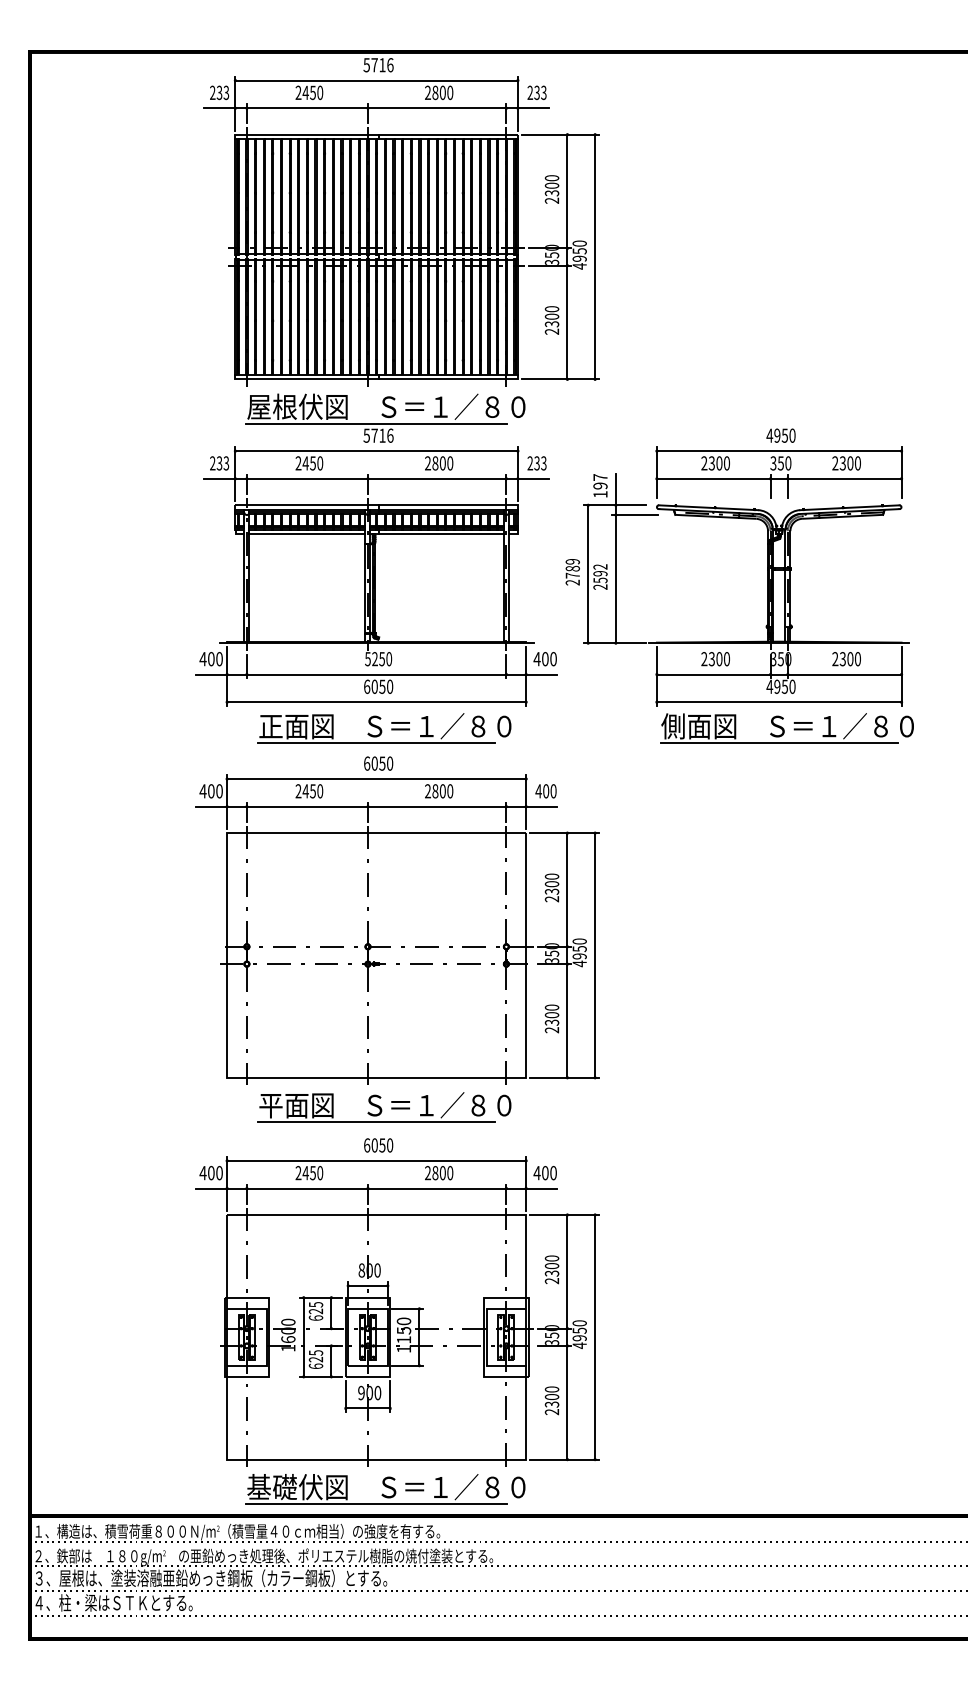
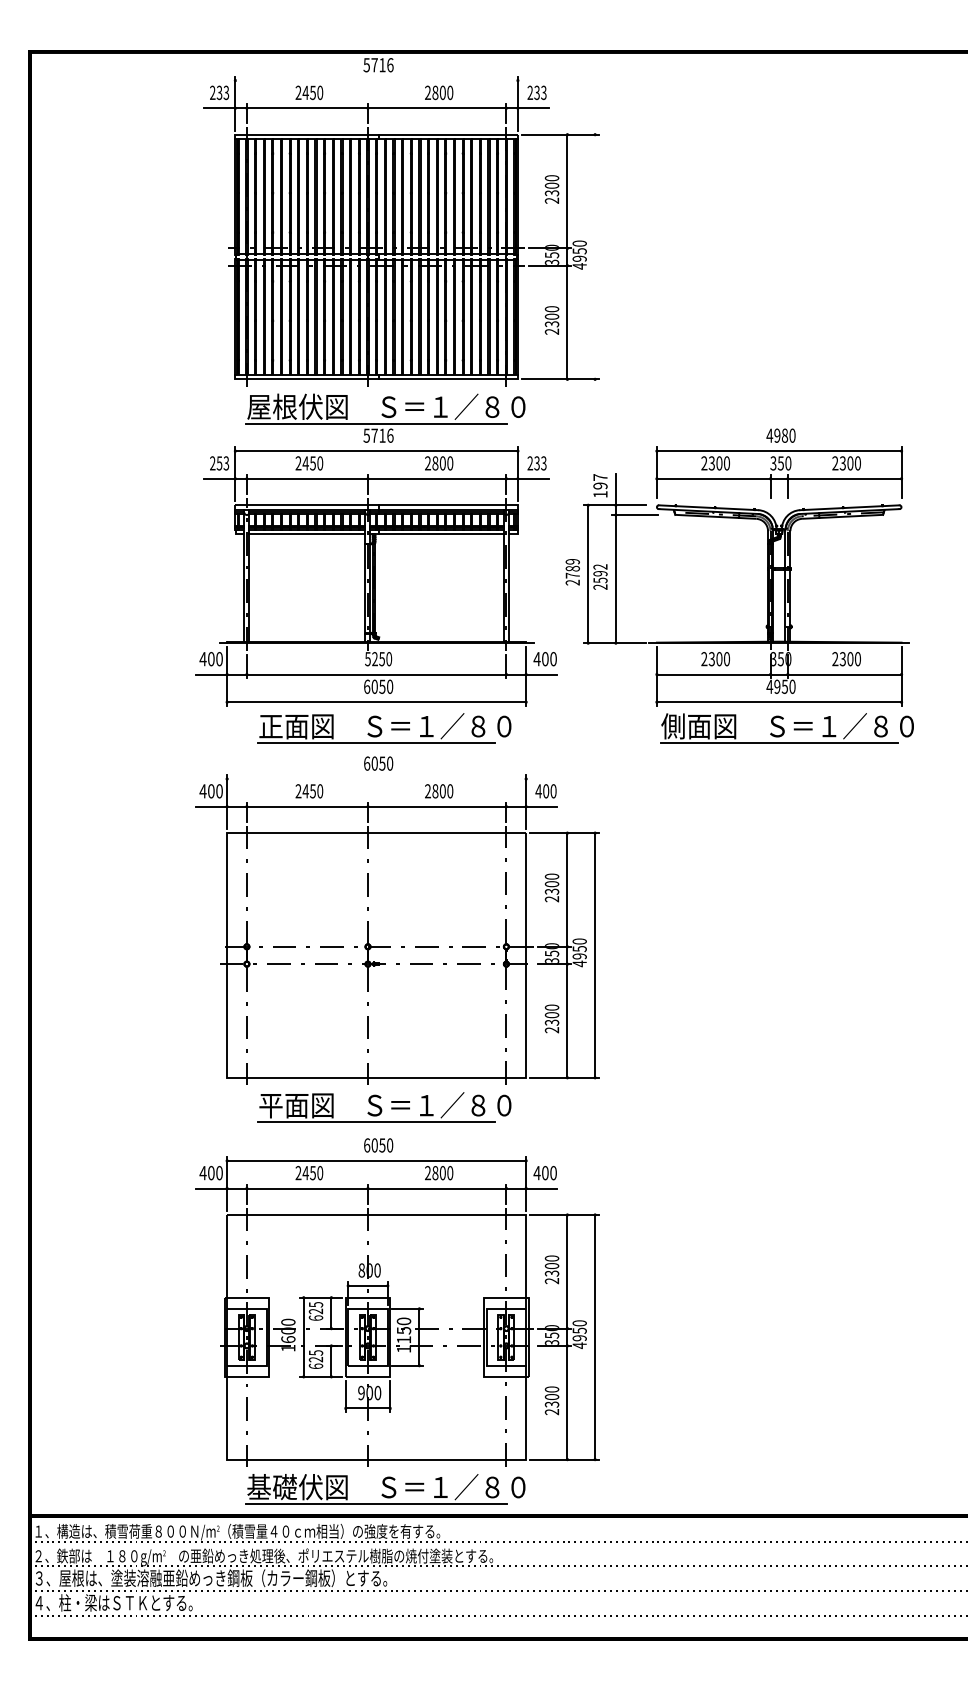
line at (376, 80): present -> none
line at (595, 256): present -> none
text at (784, 435): 4950 -> 4980
text at (219, 462): 233 -> 253
line at (376, 779): present -> none
